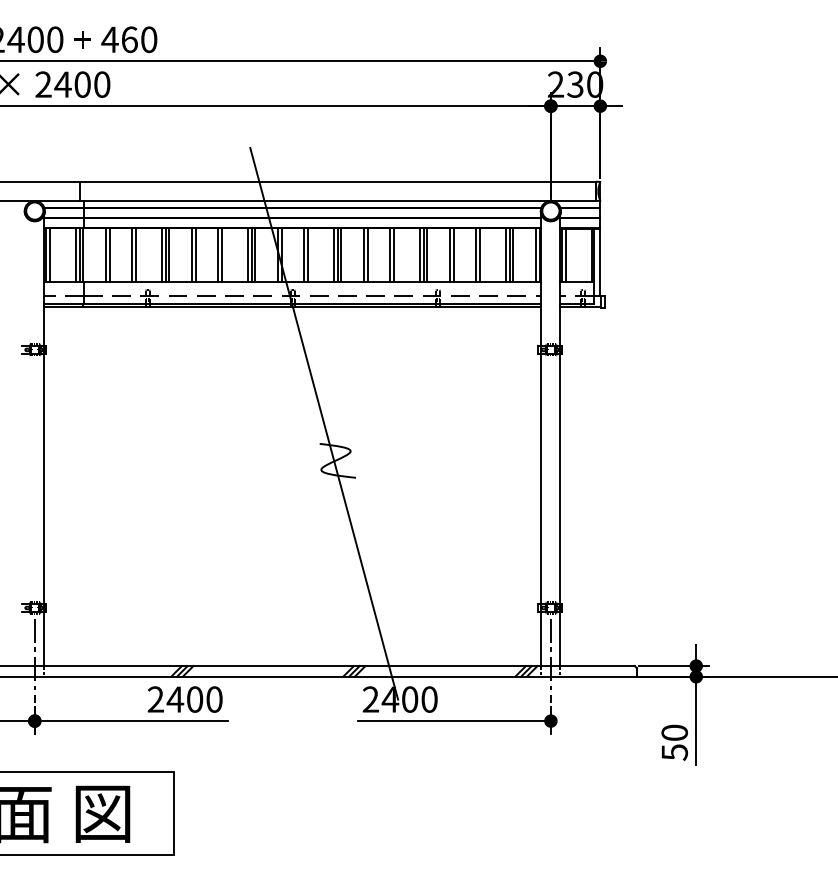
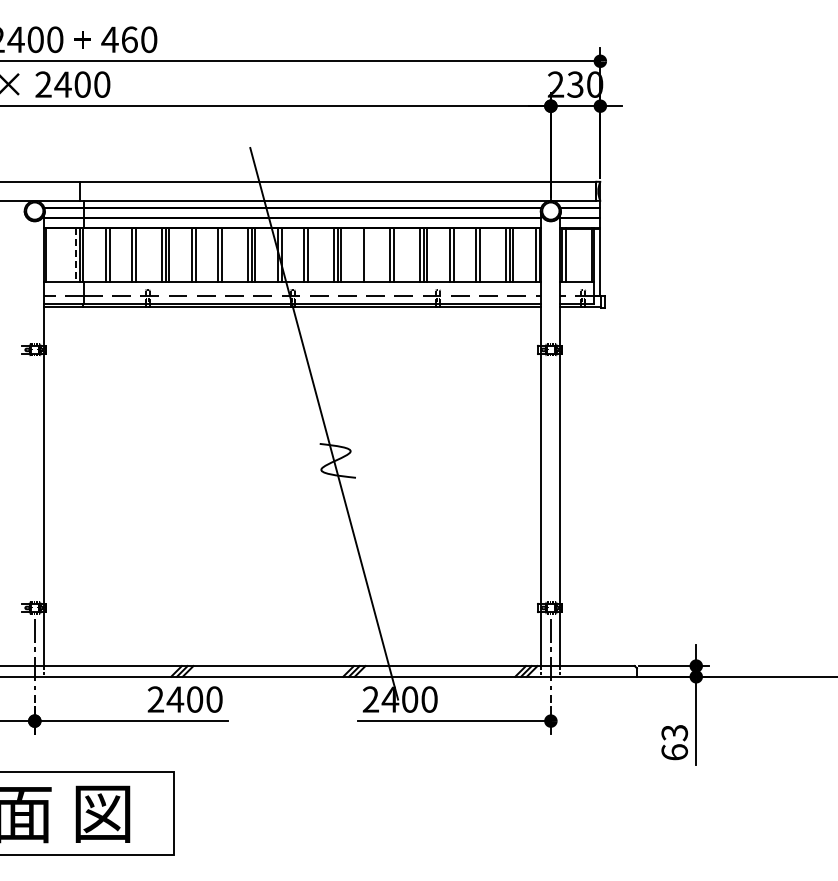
line at (49, 254): present -> none
line at (367, 254): present -> none
line at (75, 255): solid -> dashed
text at (674, 742): 50 -> 63
